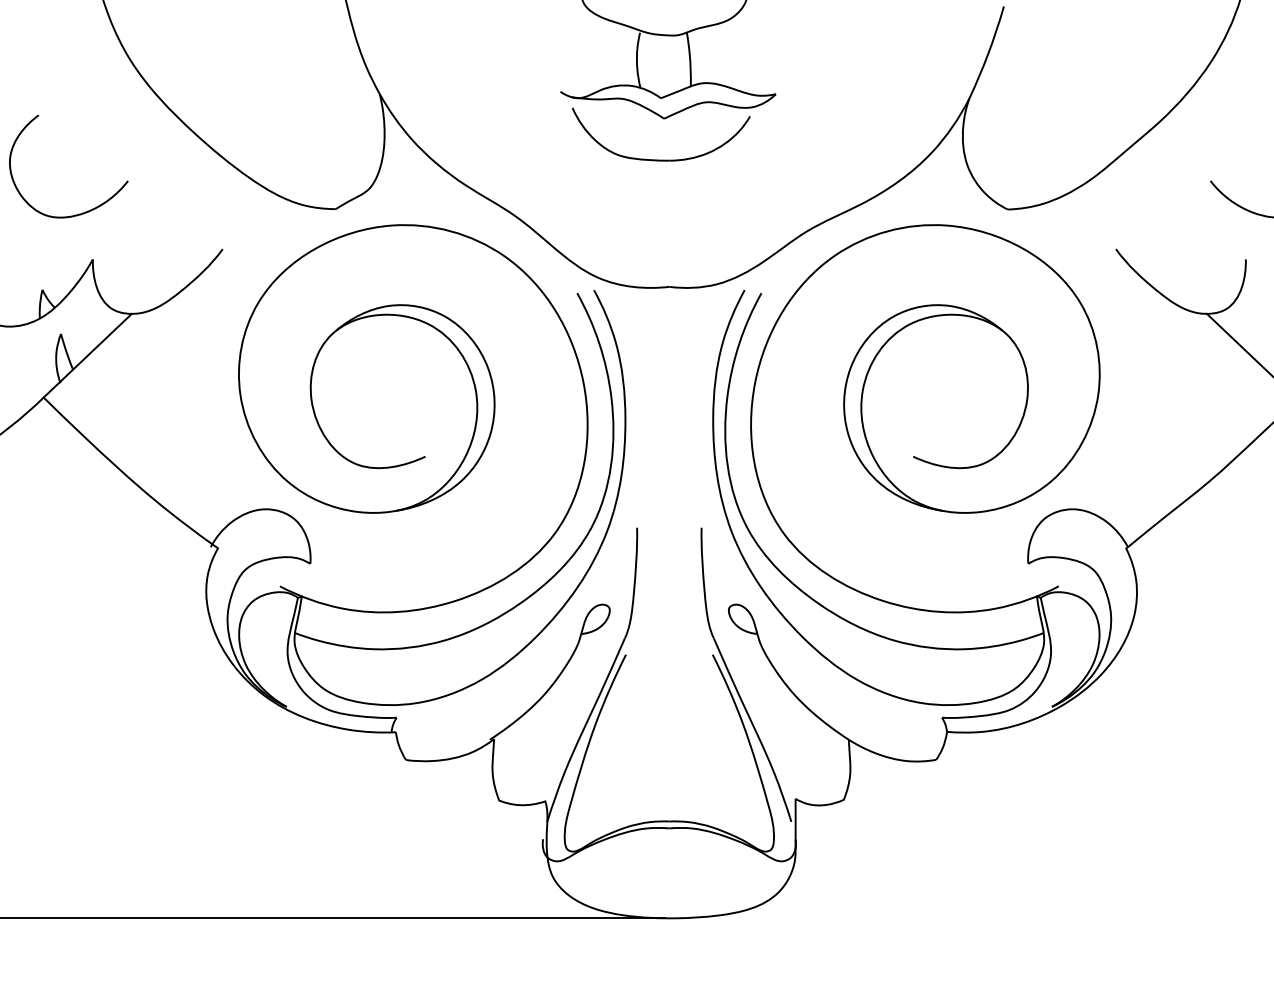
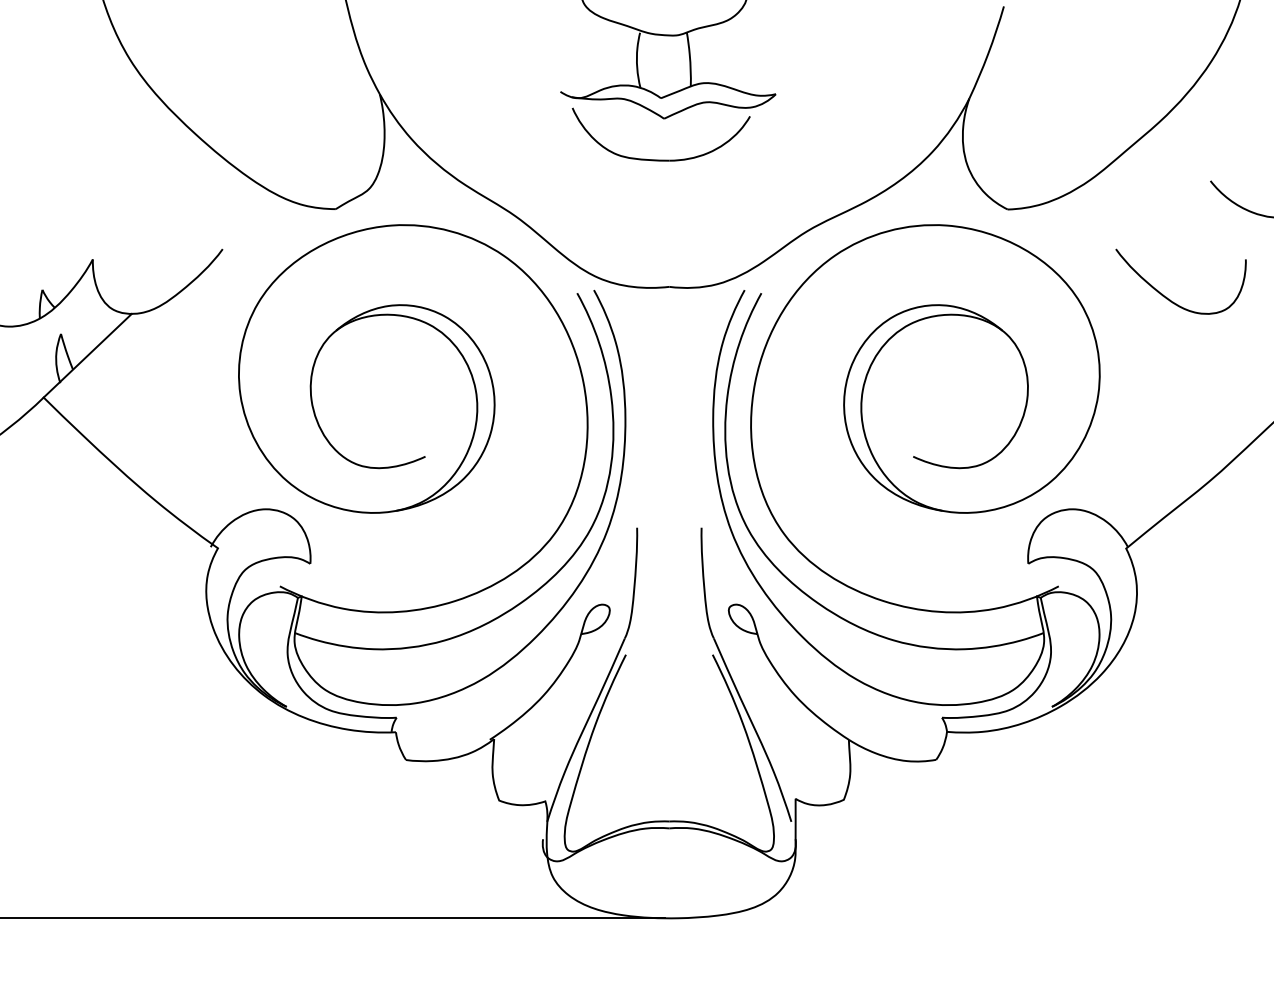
curve at (82, 212): present -> none
line at (1238, 343): present -> none
